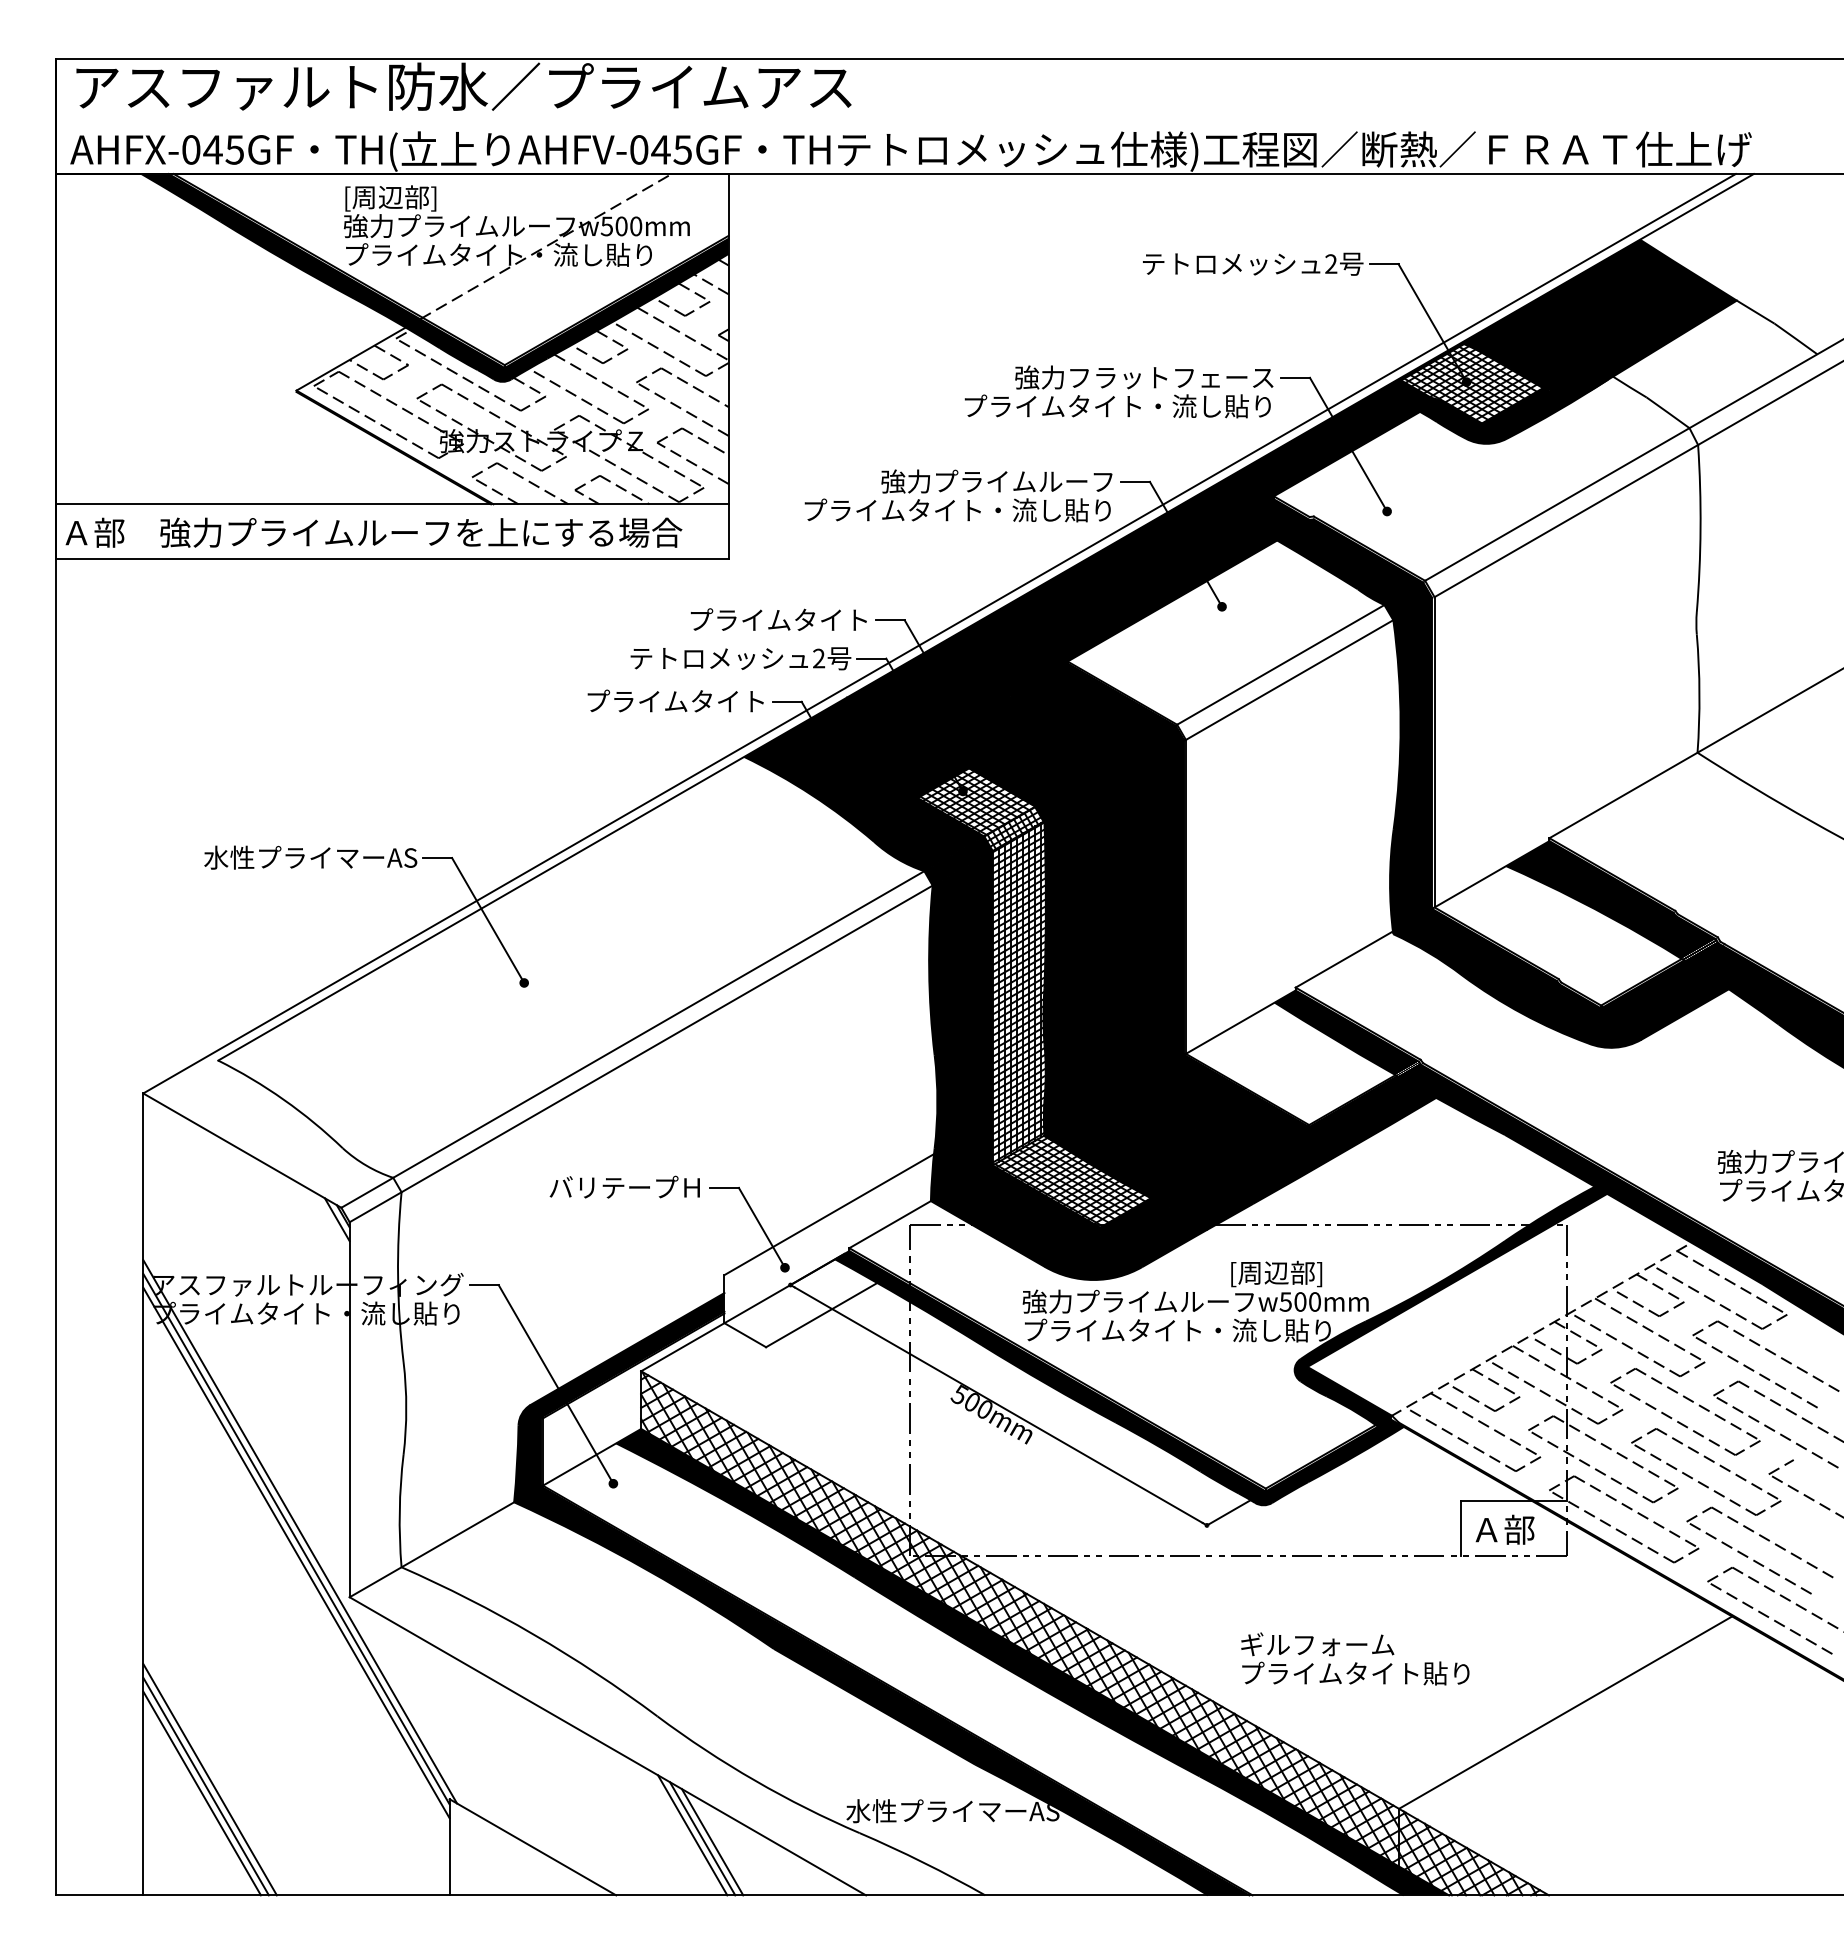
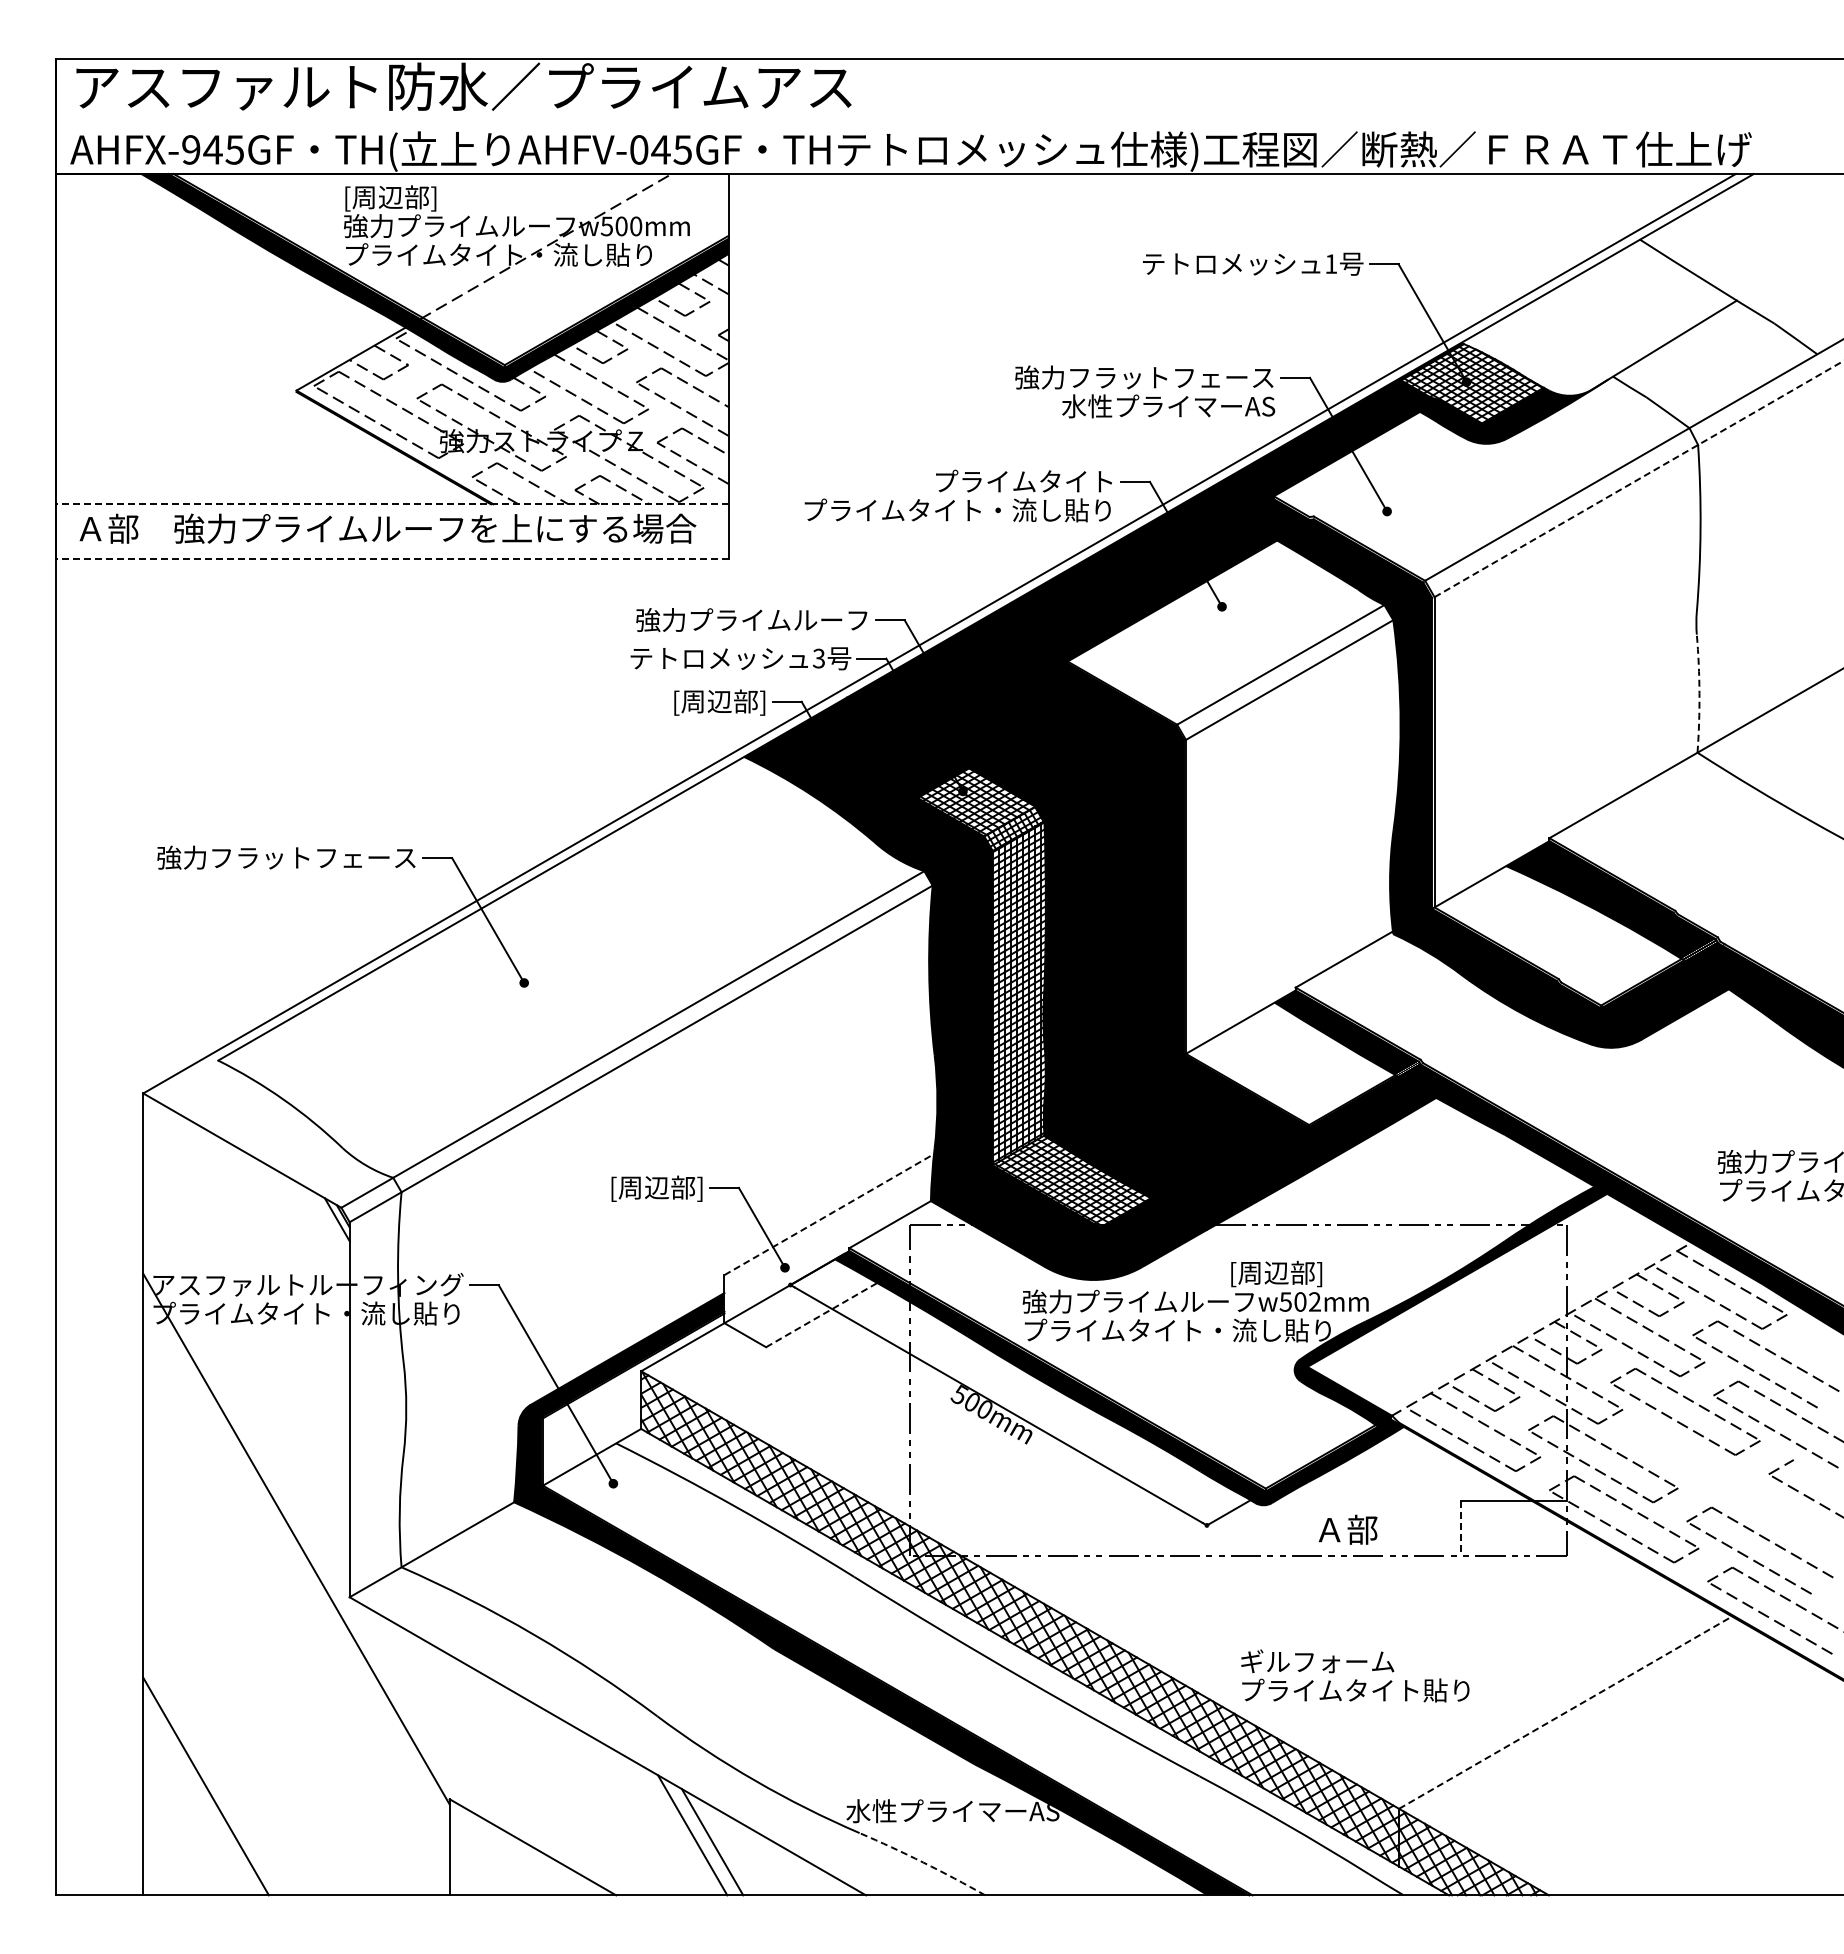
text at (191, 149): AHFX-045GF -> AHFX-945GF
text at (1331, 263): 2 -> 1
fill at (1598, 317): present -> none
text at (1119, 406): プライムタイト・流し貼り -> 水性プライマーAS
line at (1639, 478): solid -> dashed
text at (996, 481): 強力プライムルーフ -> プライムタイト
line at (392, 504): solid -> dashed
text at (373, 532) position: (373, 532) -> (387, 528)
line at (392, 558): solid -> dashed
text at (751, 619): プライムタイト -> 強力プライムルーフ
text at (818, 658): 2 -> 3
arc at (1699, 693): solid -> dashed
text at (676, 702): プライムタイト -> [周辺部]
text at (287, 857): 水性プライマーAS -> 強力フラットフェース
text at (625, 1188): バリテープＨ -> [周辺部]
line at (829, 1214): solid -> dashed
text at (1314, 1301): w500mm -> w502mm
line at (822, 1314): solid -> dashed
part at (1710, 1461): present -> none
line at (1460, 1528): solid -> dashed
text at (1504, 1529) position: (1504, 1529) -> (1347, 1529)
line at (300, 1531): present -> none
line at (296, 1552): present -> none
text at (1355, 1658) position: (1355, 1658) -> (1355, 1675)
fill at (1032, 1661): present -> none
line at (1566, 1712): solid -> dashed
line at (209, 1779): present -> none
line at (201, 1793): present -> none
line at (702, 1838): present -> none
arc at (923, 1862): solid -> dashed
